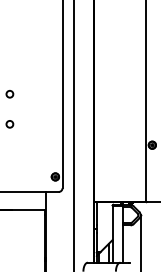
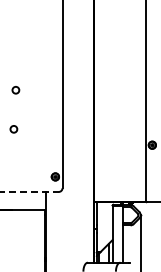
circle at (9, 94) position: (9, 94) -> (15, 90)
circle at (9, 124) position: (9, 124) -> (13, 129)
line at (73, 135): present -> none
line at (29, 191): solid -> dashed
